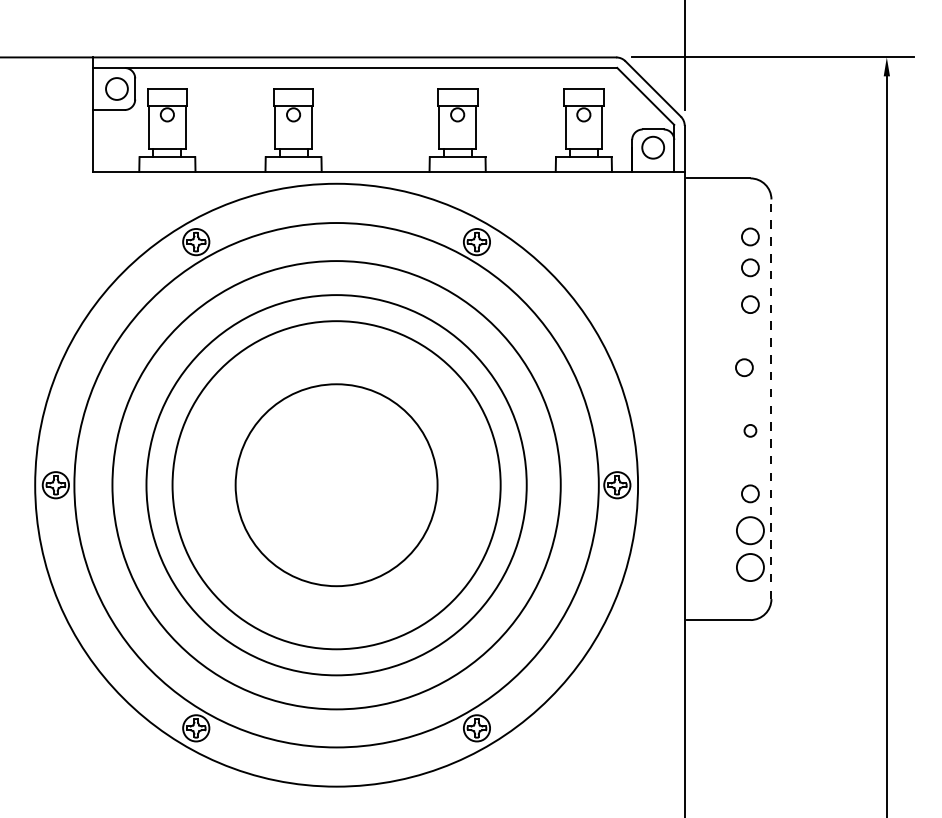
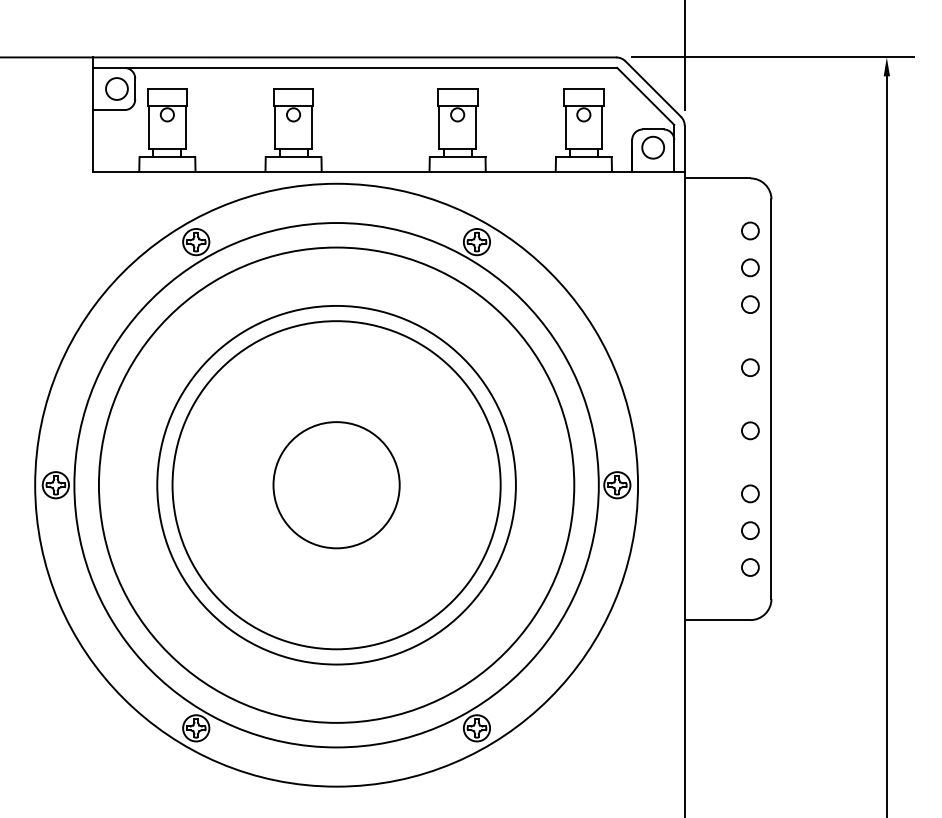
circle at (750, 236) position: (750, 236) -> (750, 230)
circle at (744, 367) position: (744, 367) -> (750, 367)
line at (771, 399): dashed -> solid
circle at (750, 430) size: 15x14 px -> 19x20 px
circle at (336, 485) diameter: 202 px -> 126 px
circle at (336, 485) diameter: 380 px -> 475 px
circle at (336, 485) diameter: 448 px -> 359 px
circle at (749, 530) diameter: 27 px -> 17 px
circle at (749, 567) diameter: 27 px -> 17 px
